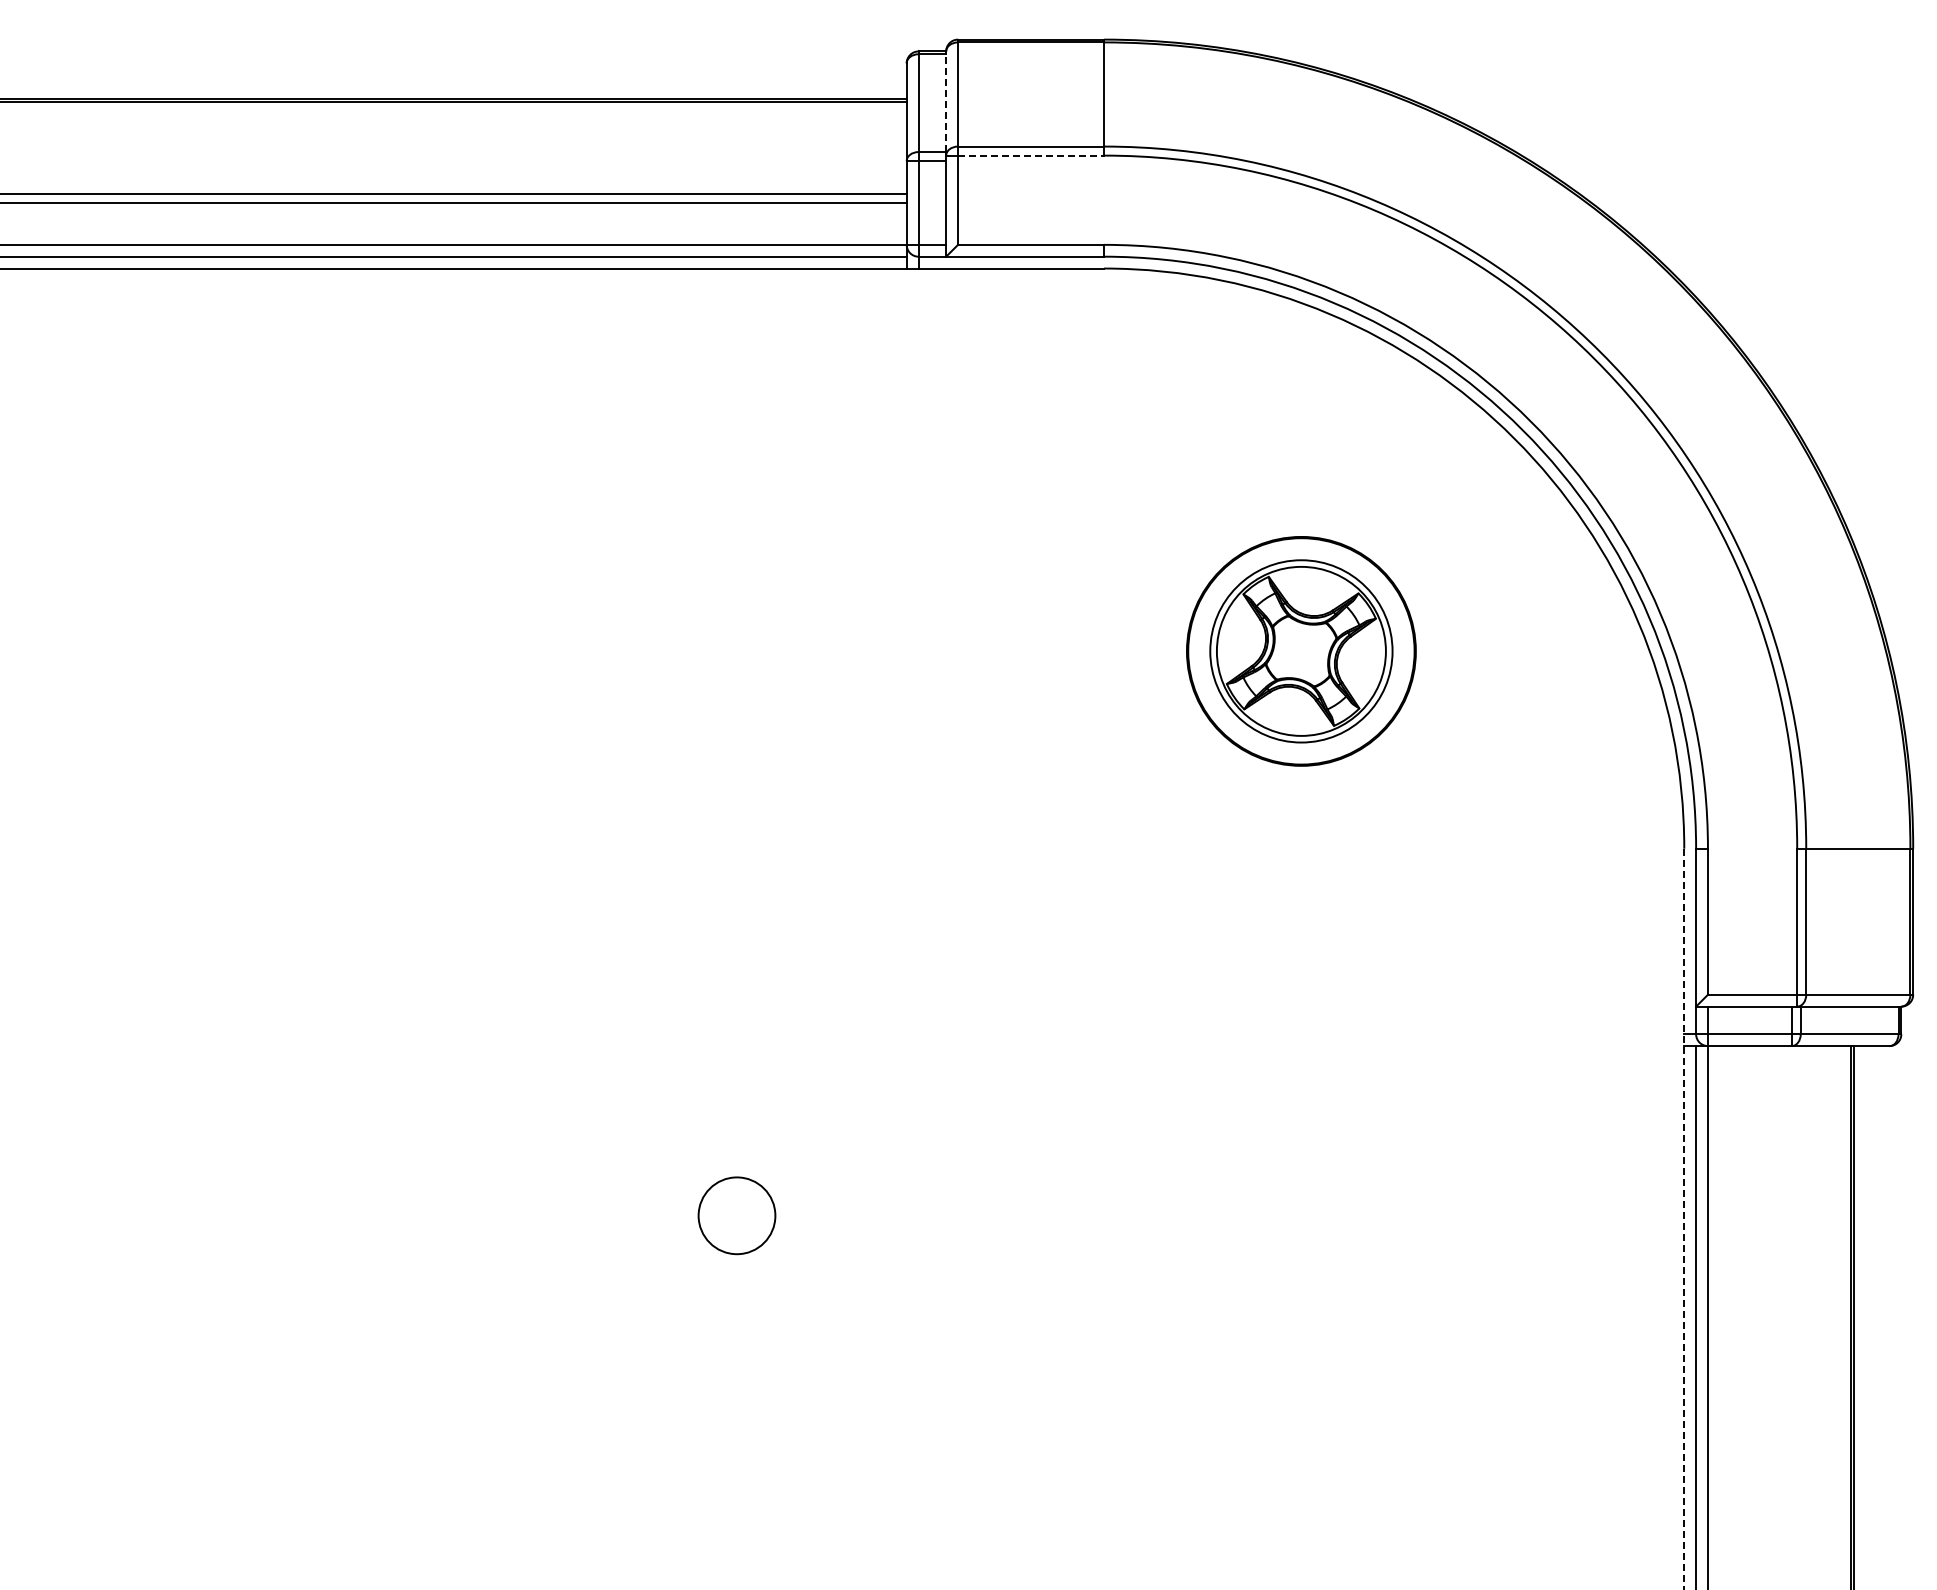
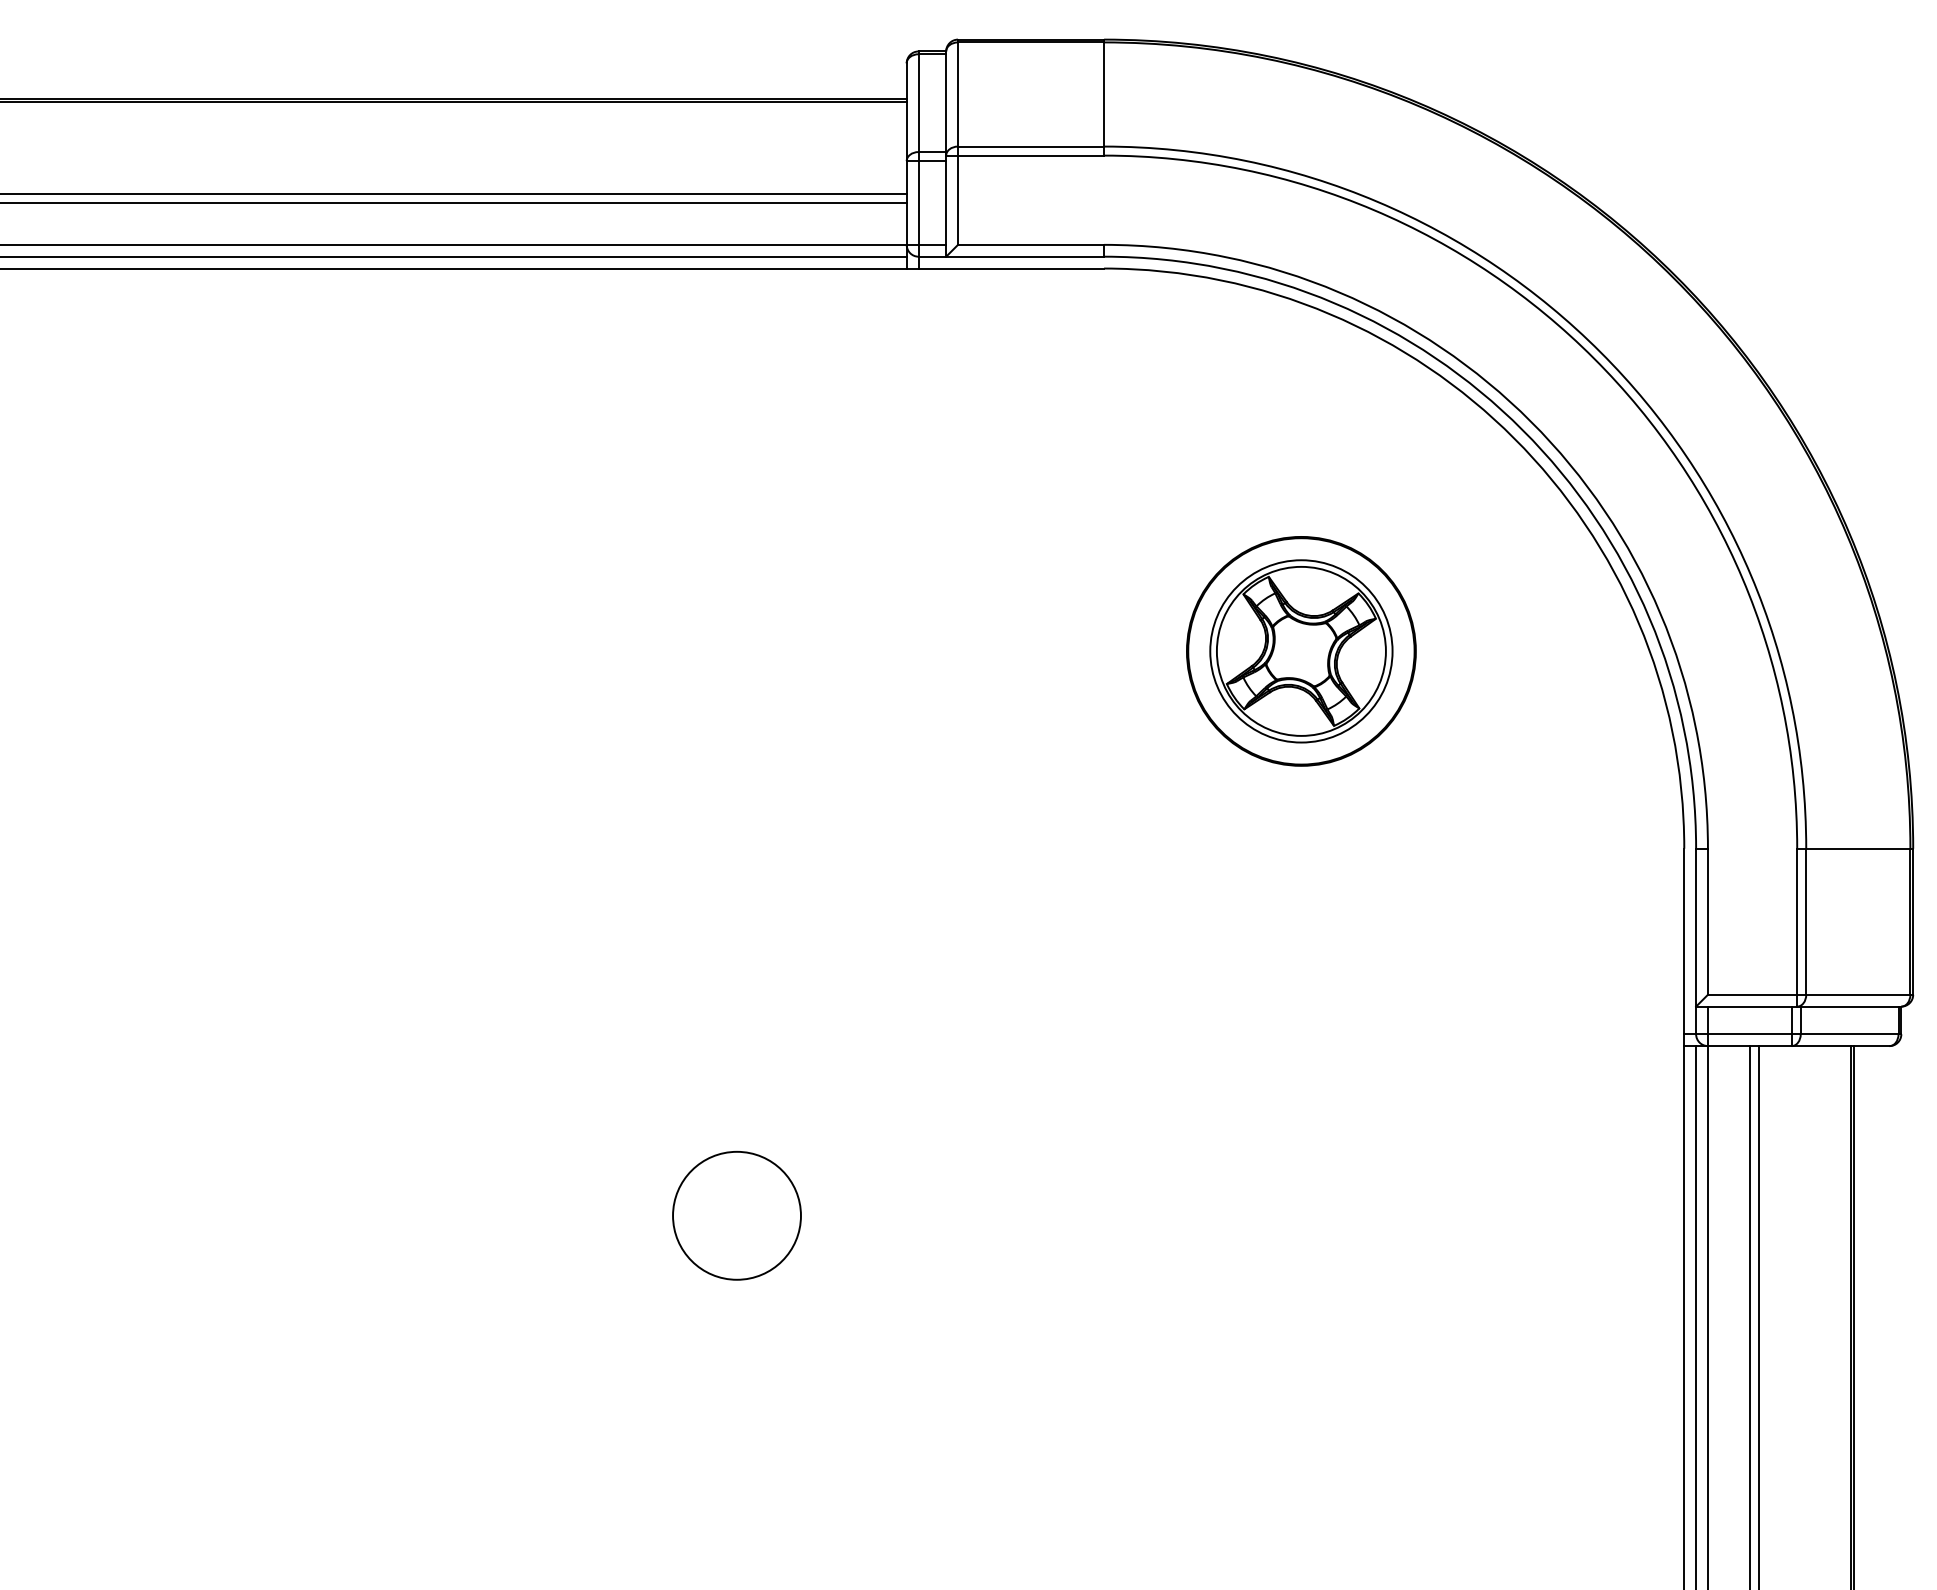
line at (946, 103): dashed -> solid
line at (1031, 155): dashed -> solid
circle at (736, 1215) diameter: 77 px -> 128 px
line at (1684, 1219): dashed -> solid
line at (1749, 1316): none -> present
line at (1758, 1316): none -> present
